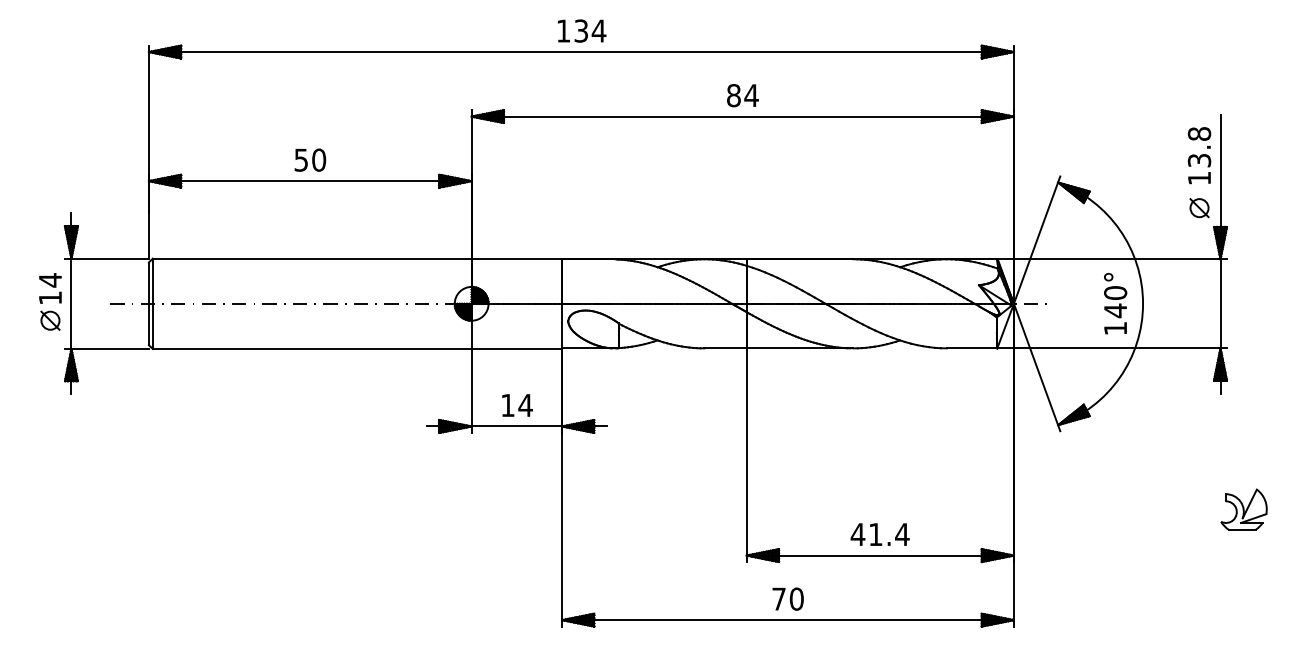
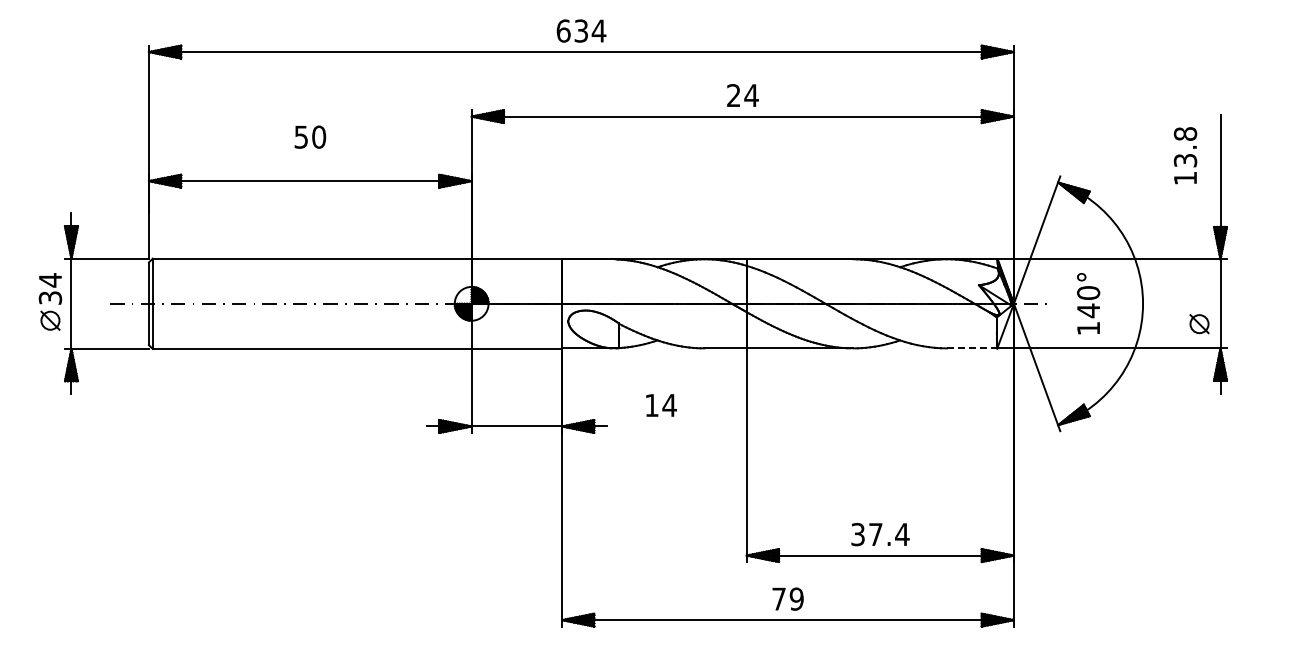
text at (563, 30): 134 -> 634
text at (733, 95): 84 -> 24
text at (1199, 155) position: (1199, 155) -> (1185, 155)
text at (310, 159) position: (310, 159) -> (310, 136)
part at (1199, 208) position: (1199, 208) -> (1199, 324)
text at (50, 297): 14 -> 34
text at (1115, 303) position: (1115, 303) -> (1088, 303)
line at (972, 348): solid -> dashed
text at (517, 405) position: (517, 405) -> (661, 405)
part at (1243, 509): present -> none
text at (866, 534): 41.4 -> 37.4
text at (796, 598): 70 -> 79
